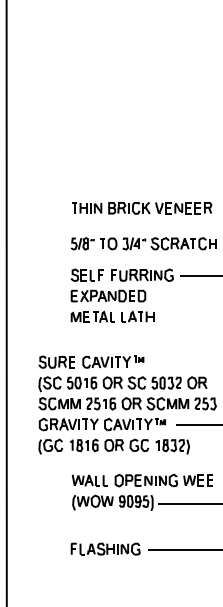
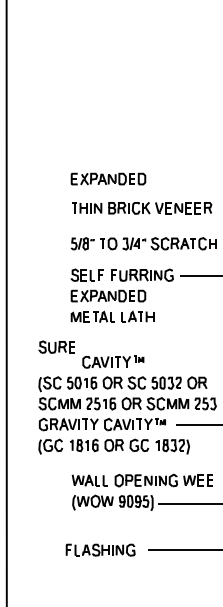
part at (108, 178): none -> present
part at (56, 361) position: (56, 361) -> (56, 346)
part at (105, 548) position: (105, 548) -> (100, 549)
